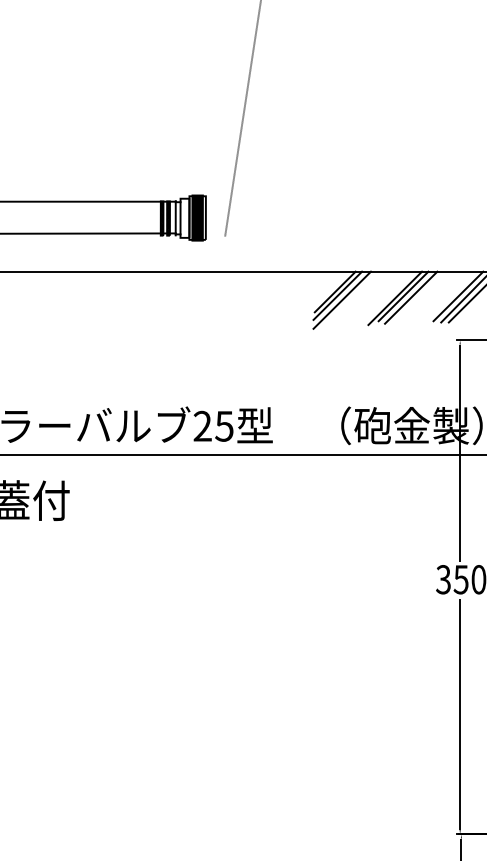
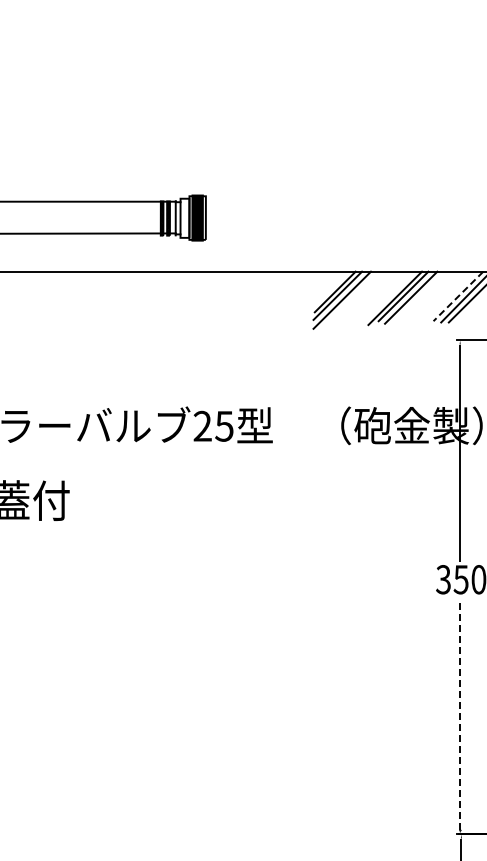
line at (242, 119): present -> none
line at (458, 296): solid -> dashed
line at (242, 455): present -> none
line at (460, 715): solid -> dashed
